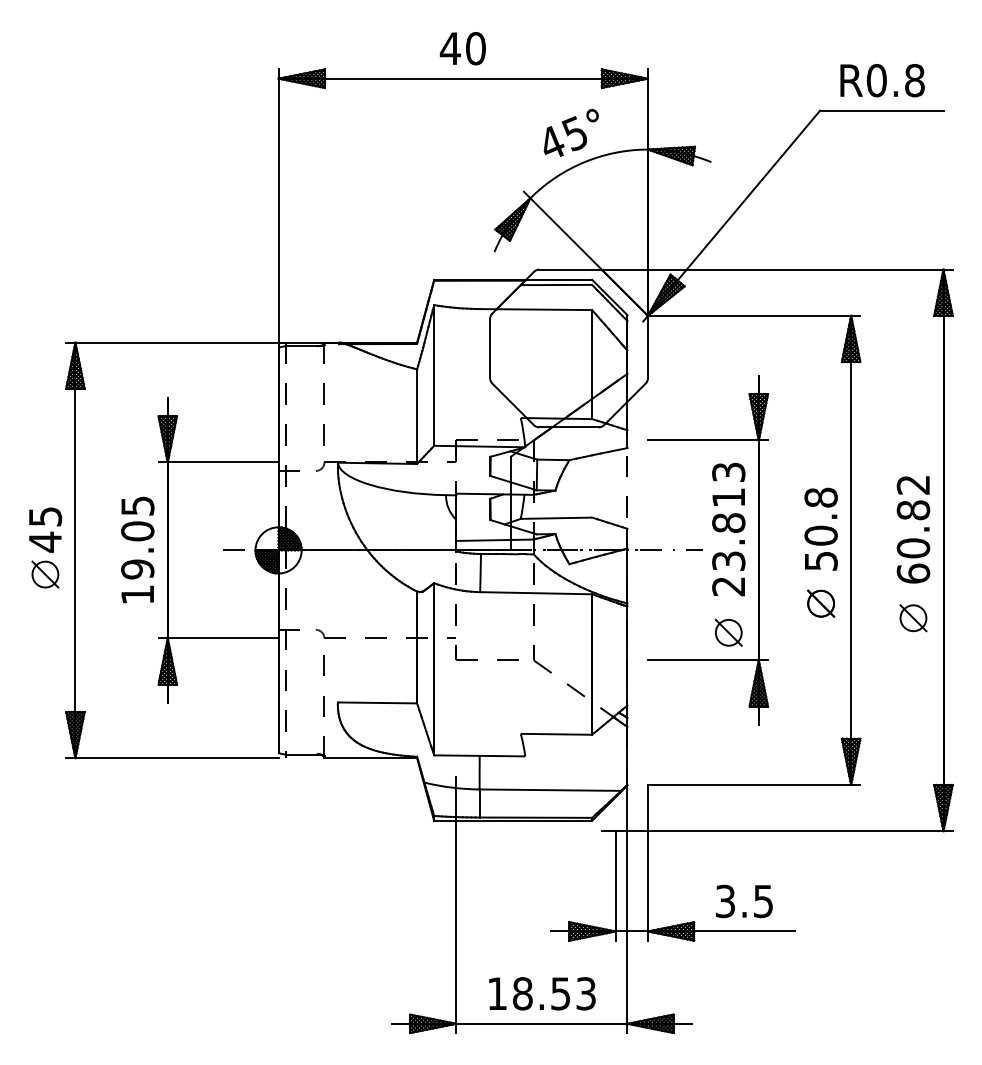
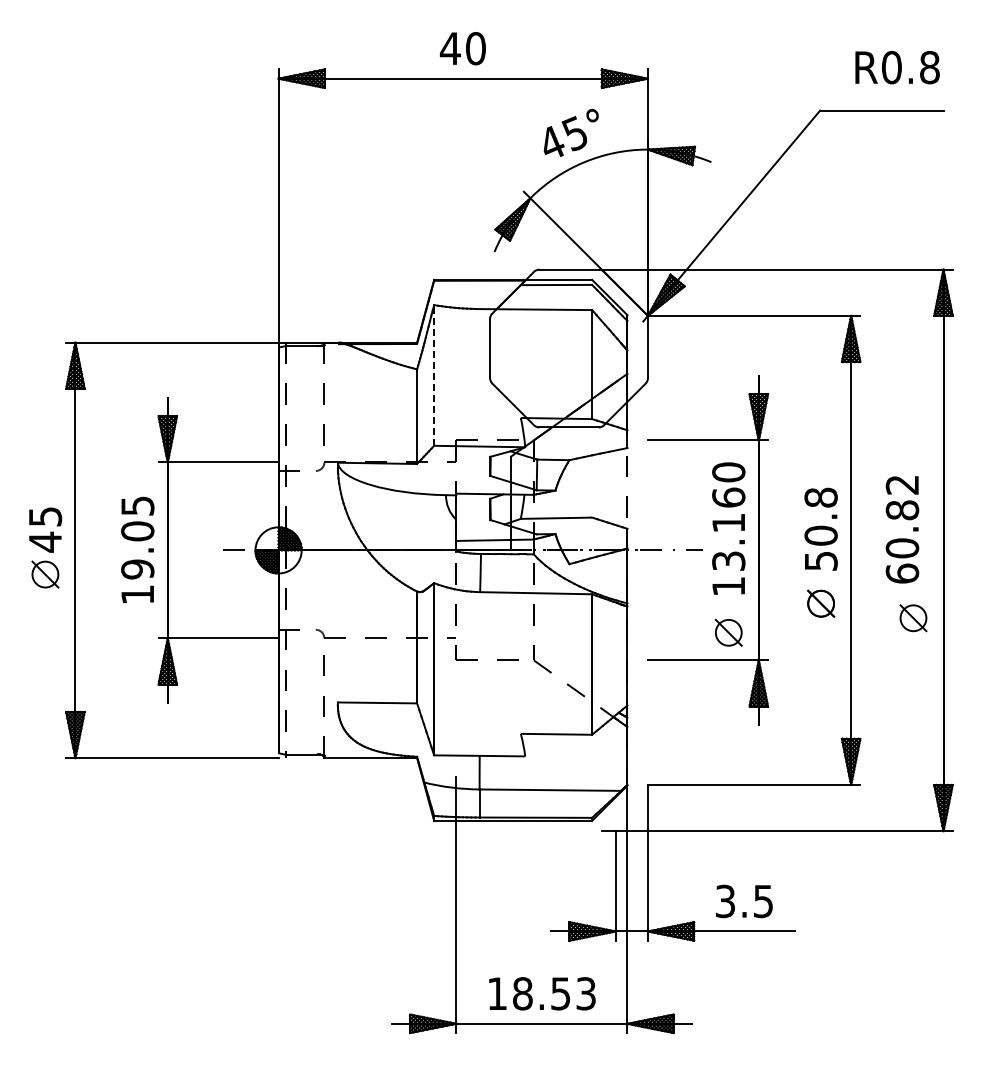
text at (882, 80) position: (882, 80) -> (897, 67)
line at (434, 374): solid -> dashed
text at (728, 529): 23.813 -> 13.160
text at (913, 529) position: (913, 529) -> (902, 529)
